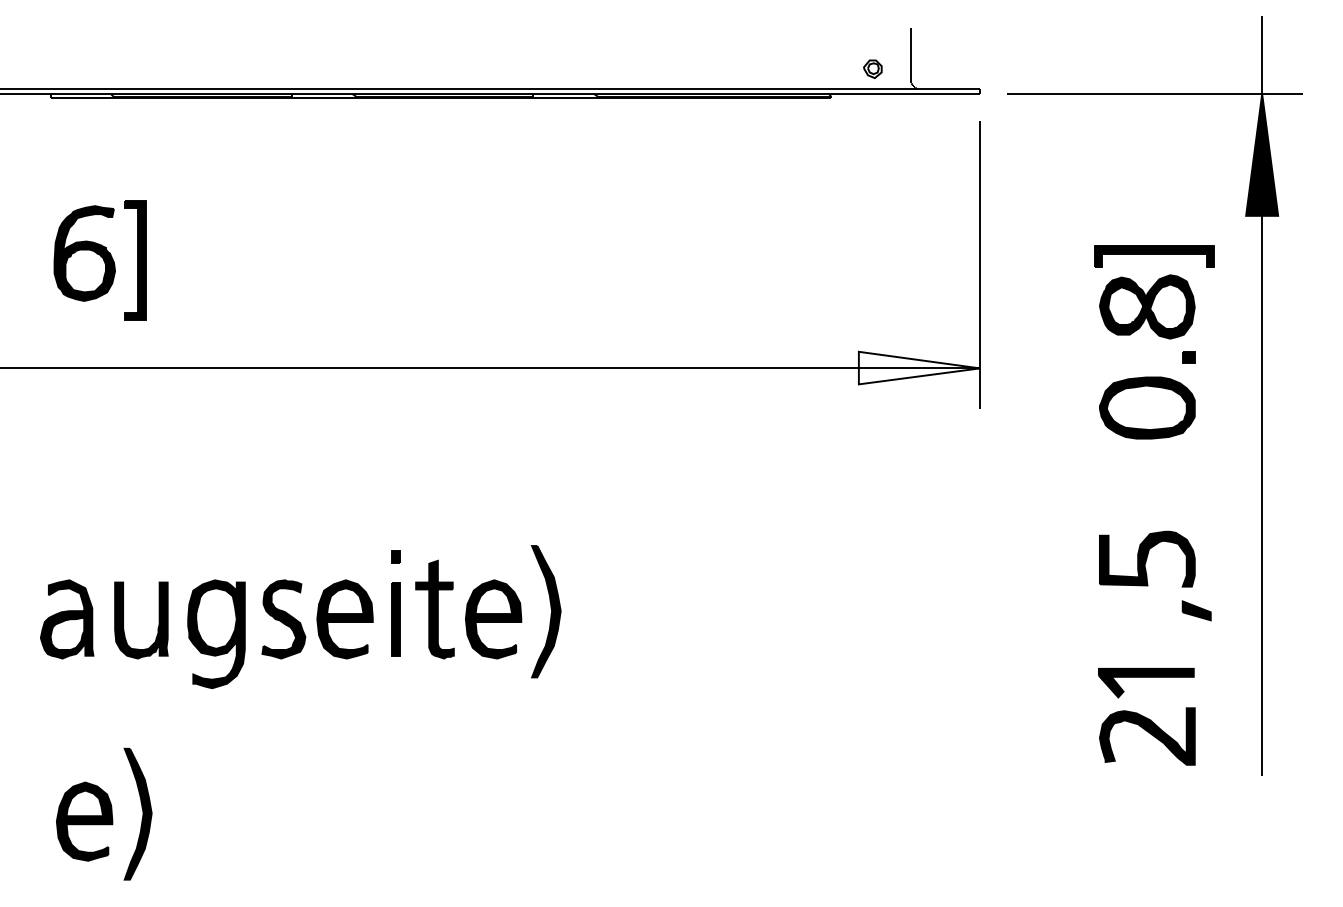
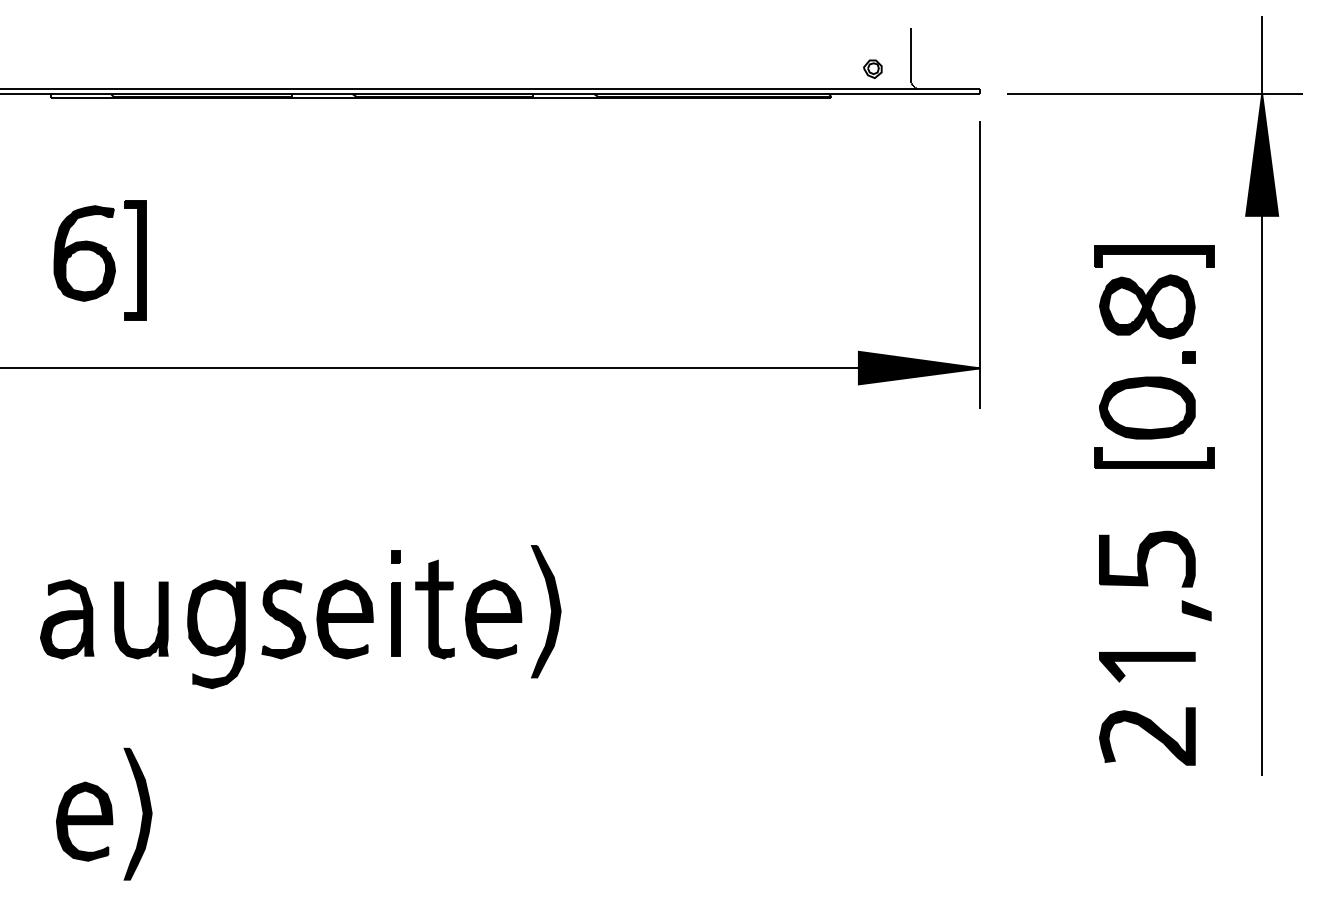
fill at (918, 367): none -> present
part at (1154, 457): none -> present
part at (1146, 683) position: (1146, 683) -> (1147, 667)
